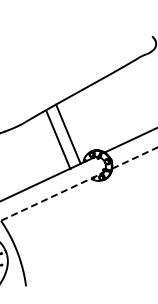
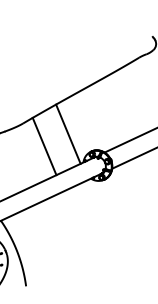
line at (58, 140) position: (58, 140) -> (44, 146)
line at (134, 158): dashed -> solid
line at (50, 197): dashed -> solid
